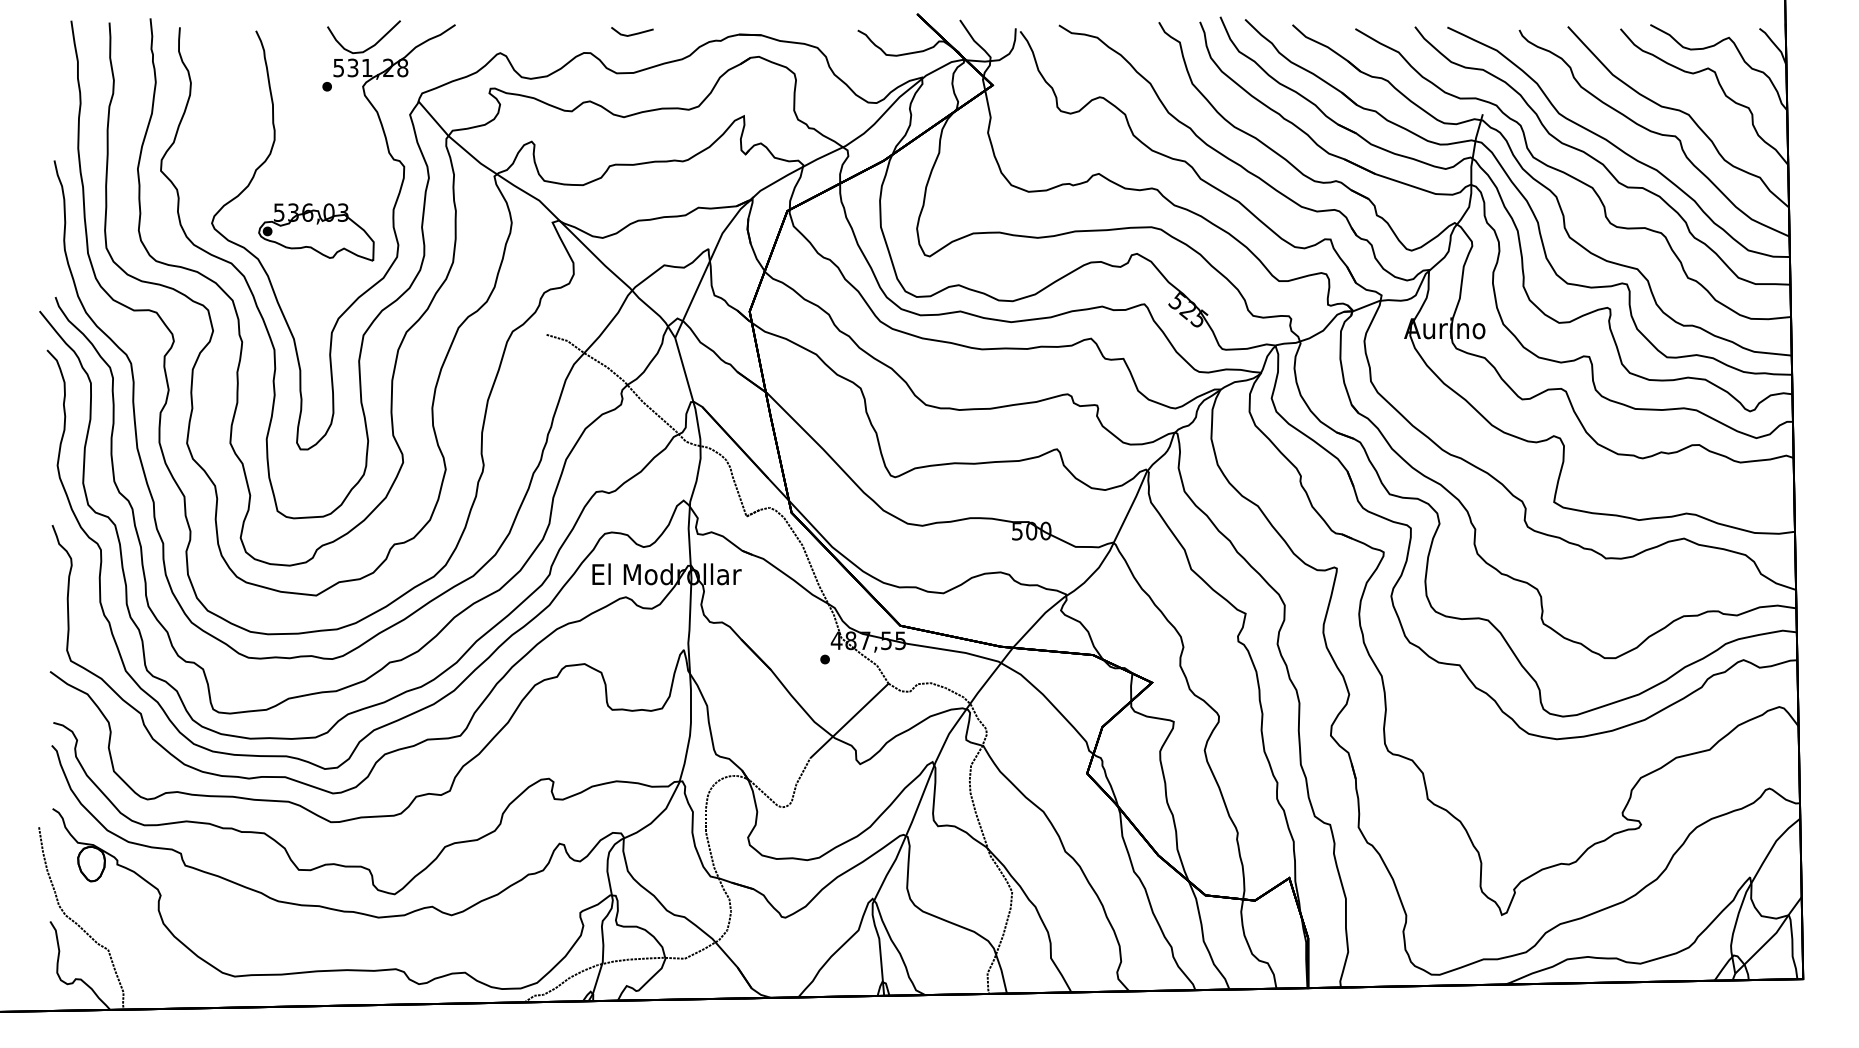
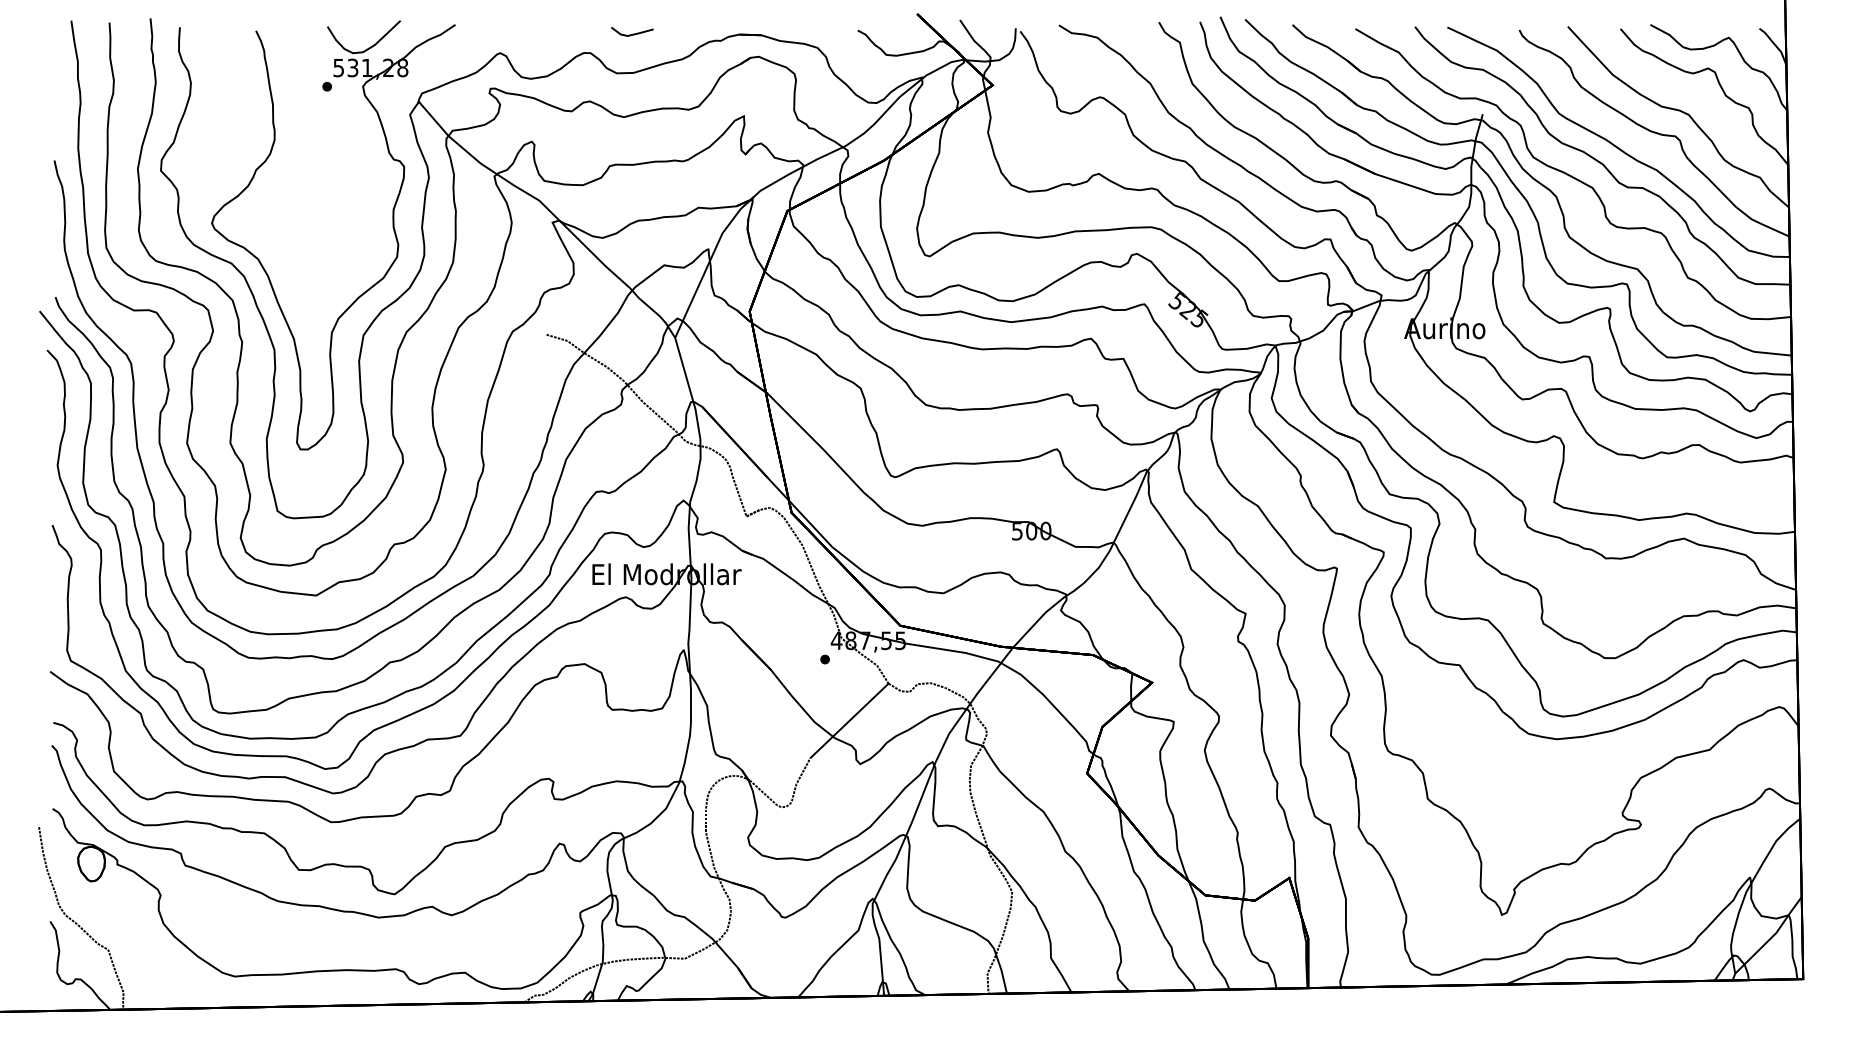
part at (316, 232): present -> none
